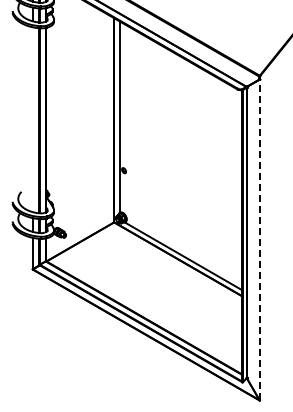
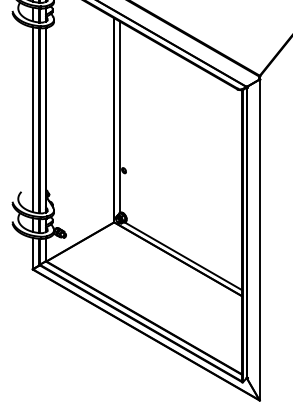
line at (32, 119): none -> present
line at (259, 239): dashed -> solid
